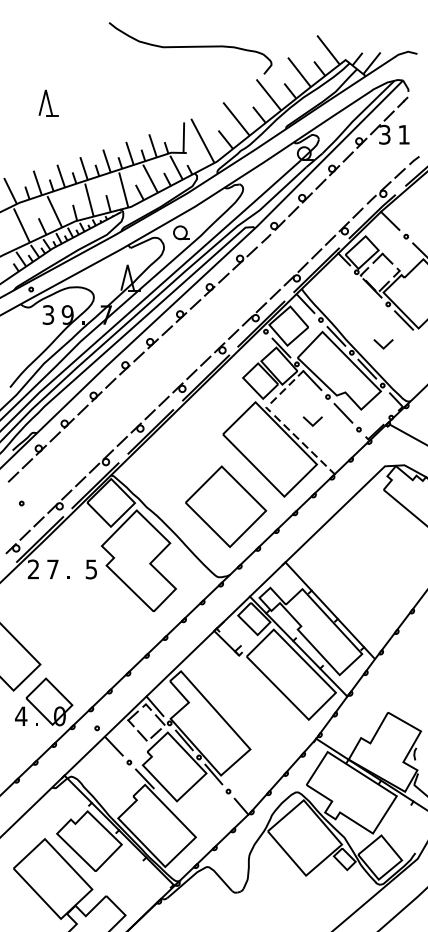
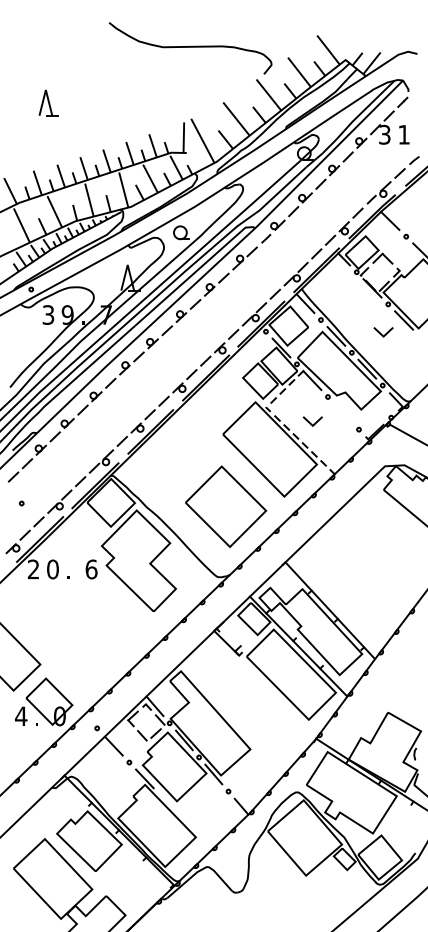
line at (381, 345) position: (381, 345) -> (381, 333)
line at (343, 413): present -> none
text at (52, 569): 7 -> 0
text at (91, 569): 5 -> 6
